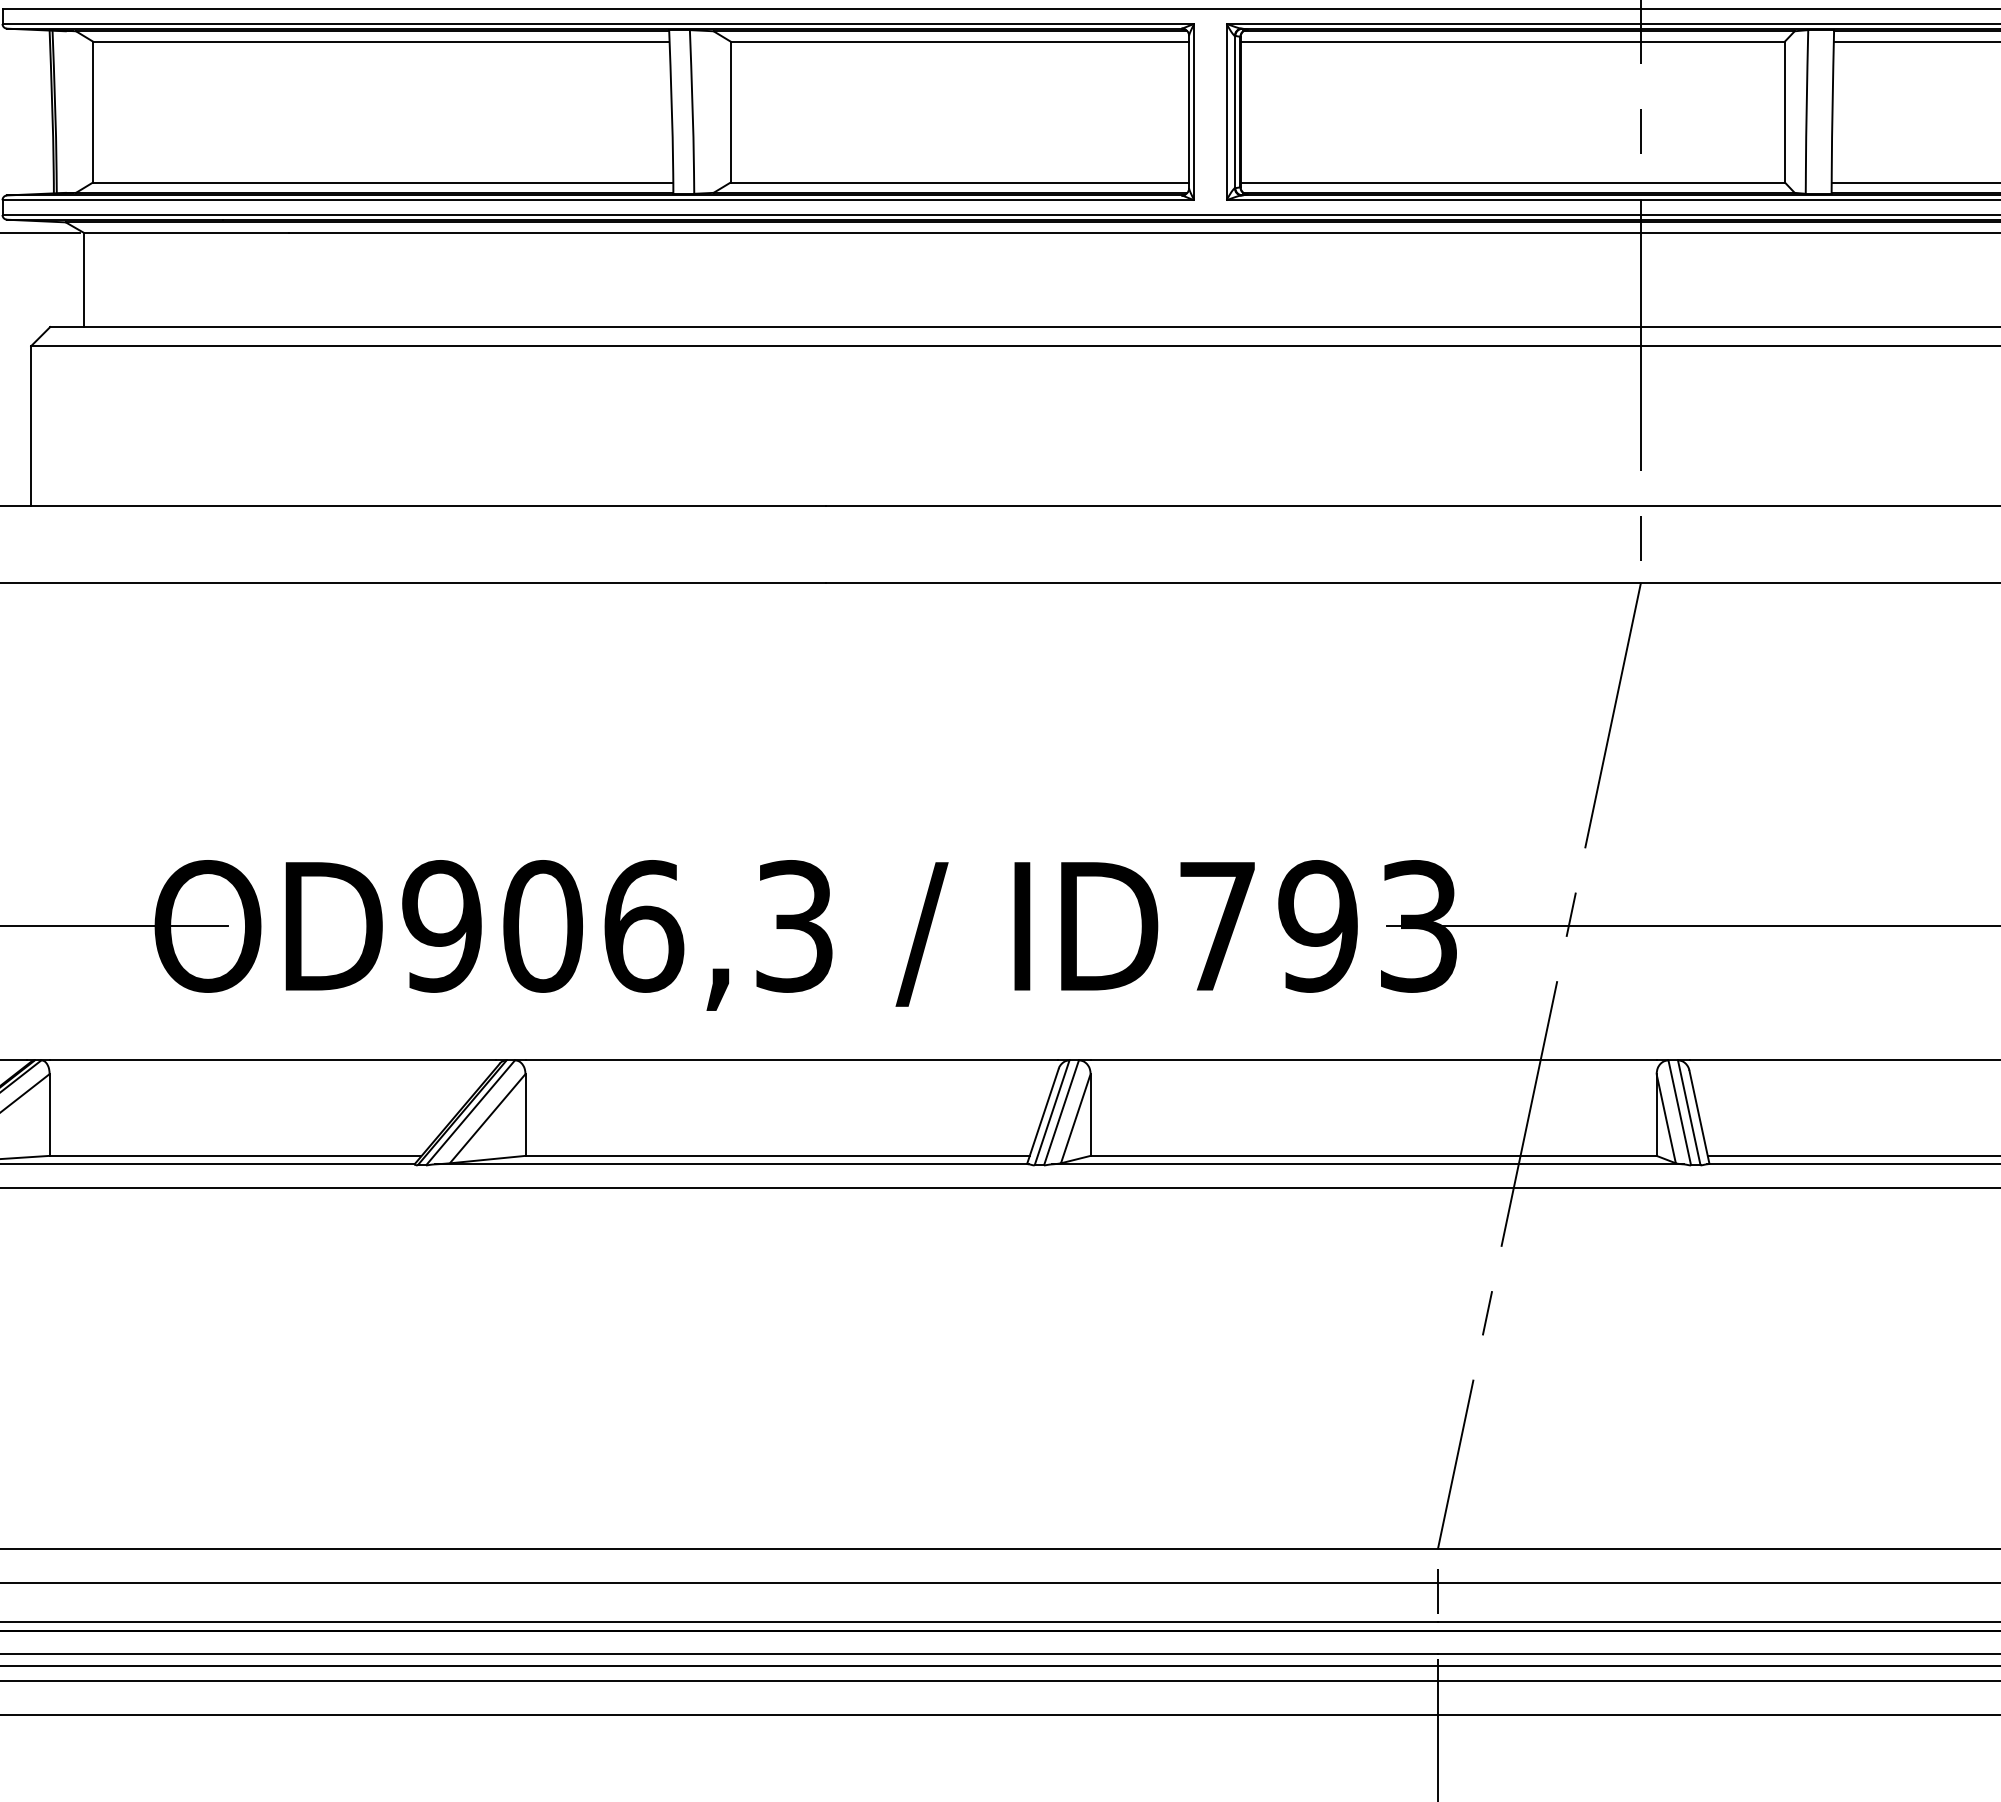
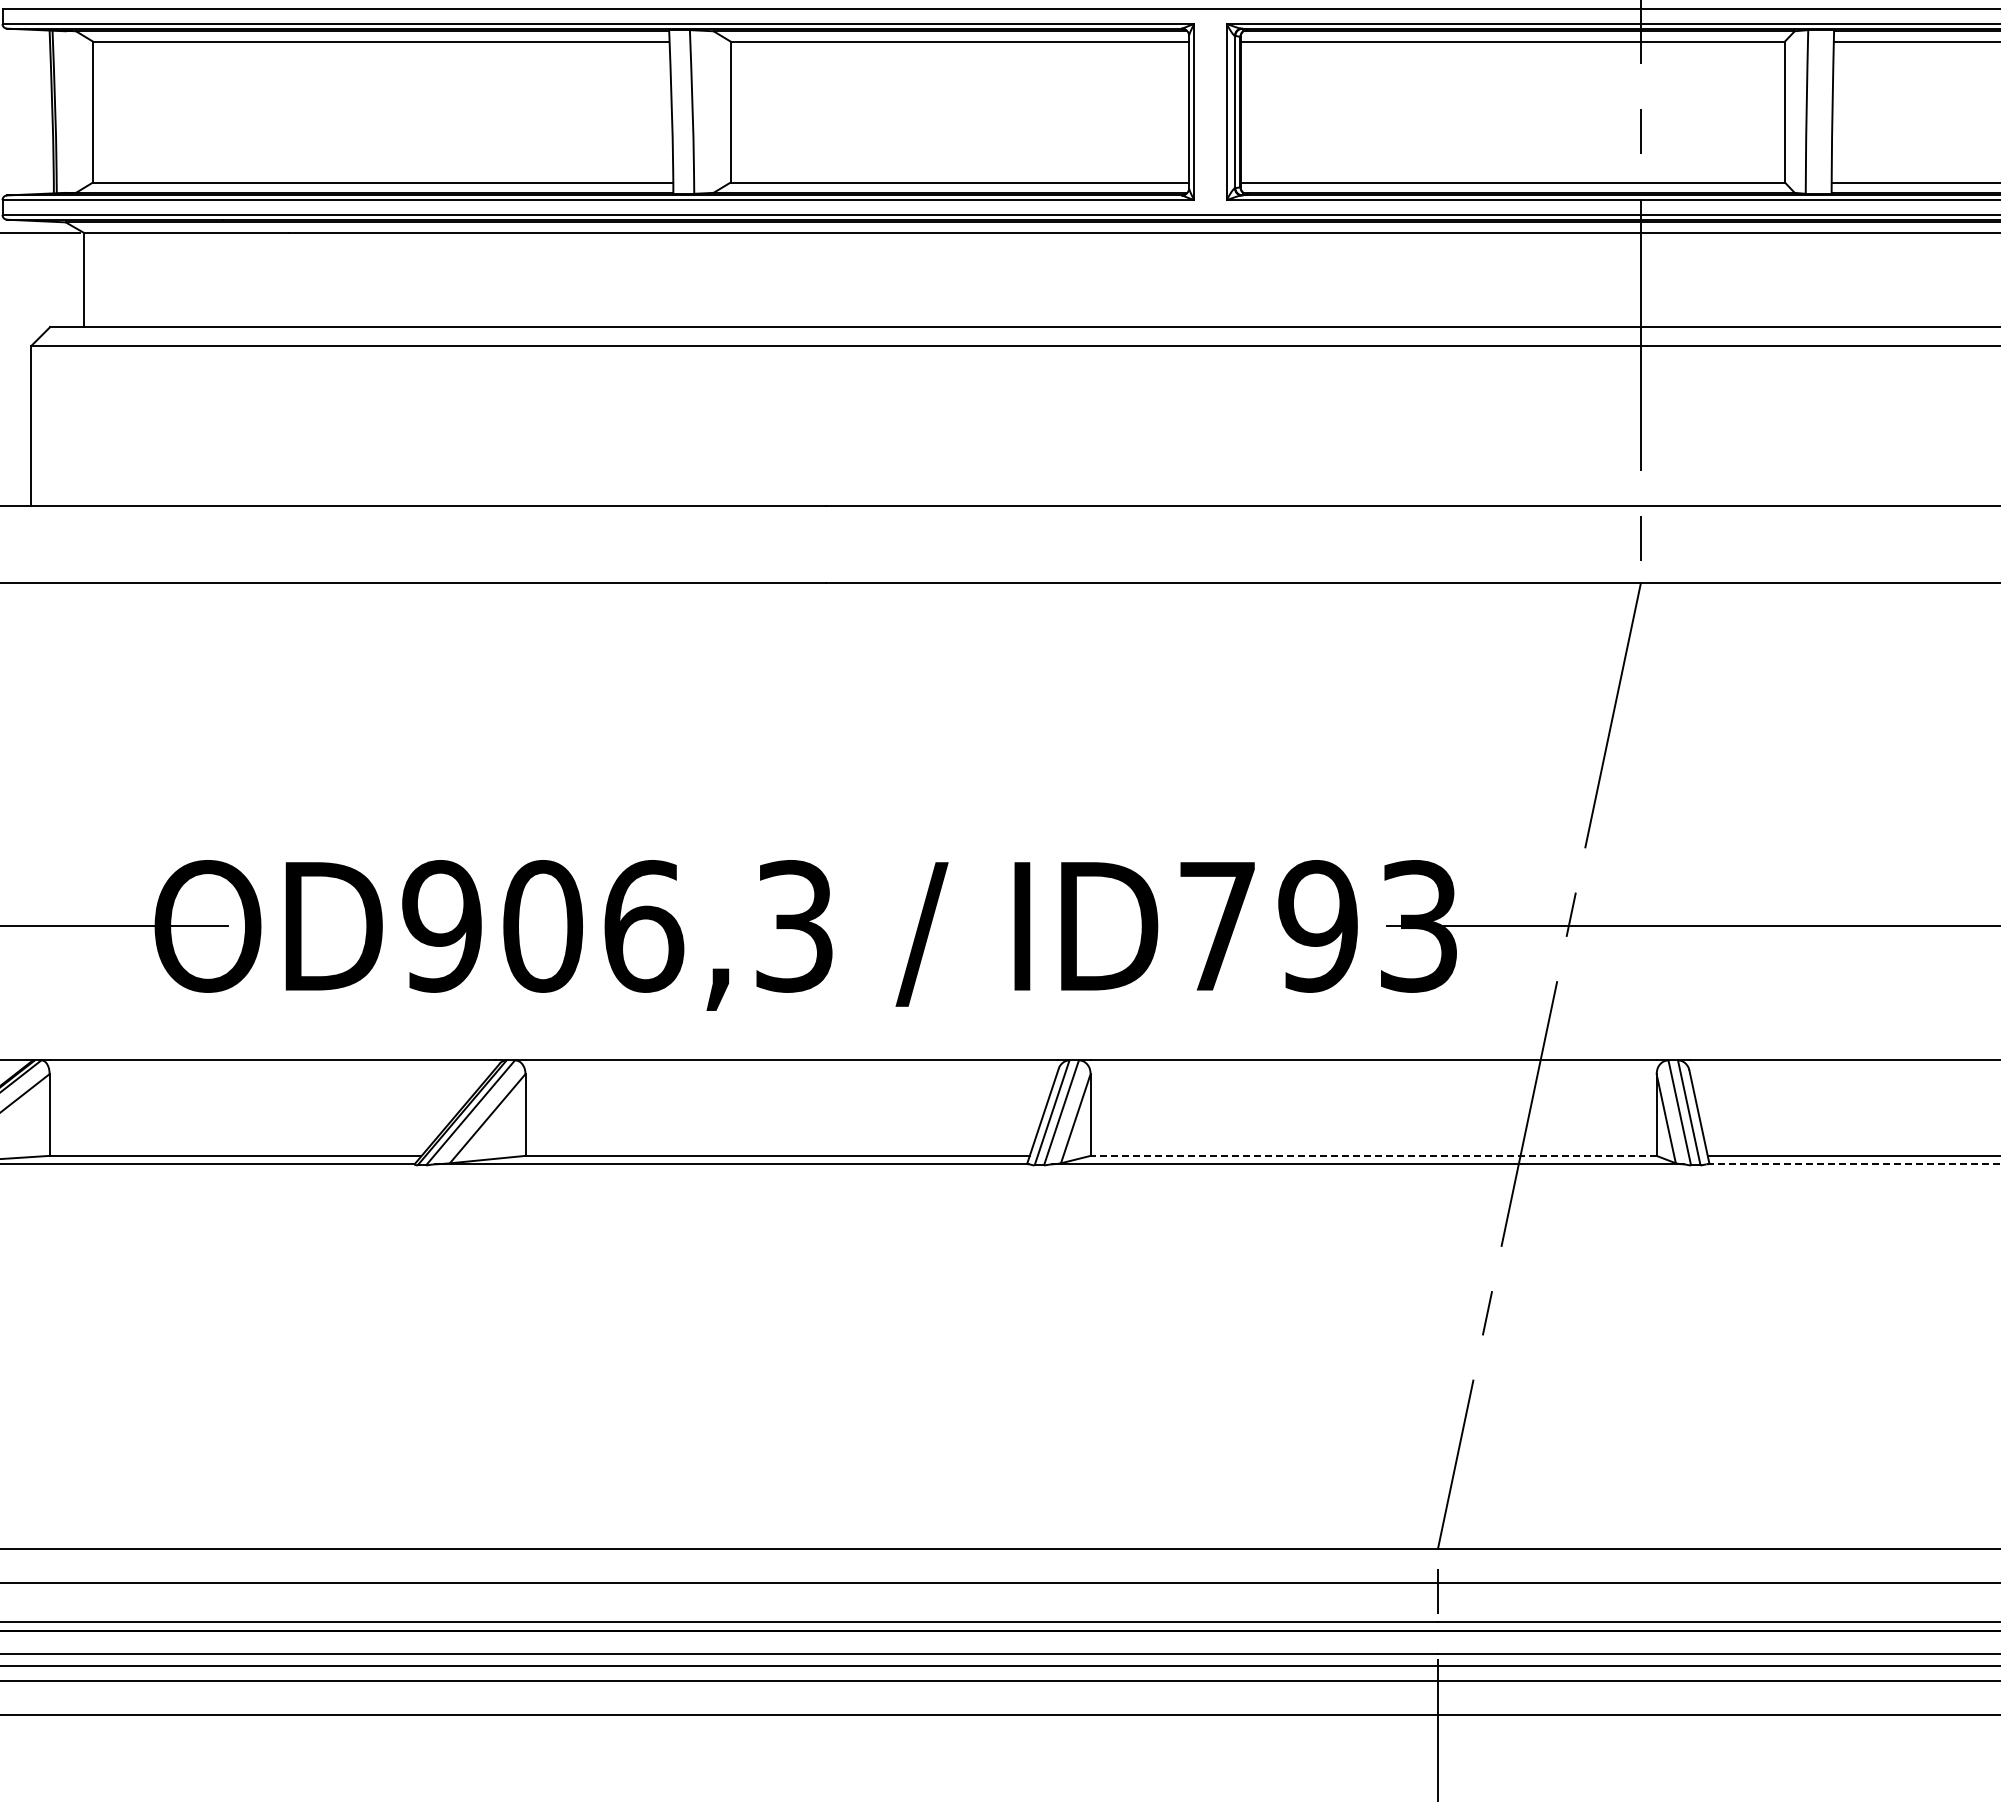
line at (1373, 1155): solid -> dashed
line at (1853, 1164): solid -> dashed
line at (999, 1188): present -> none
